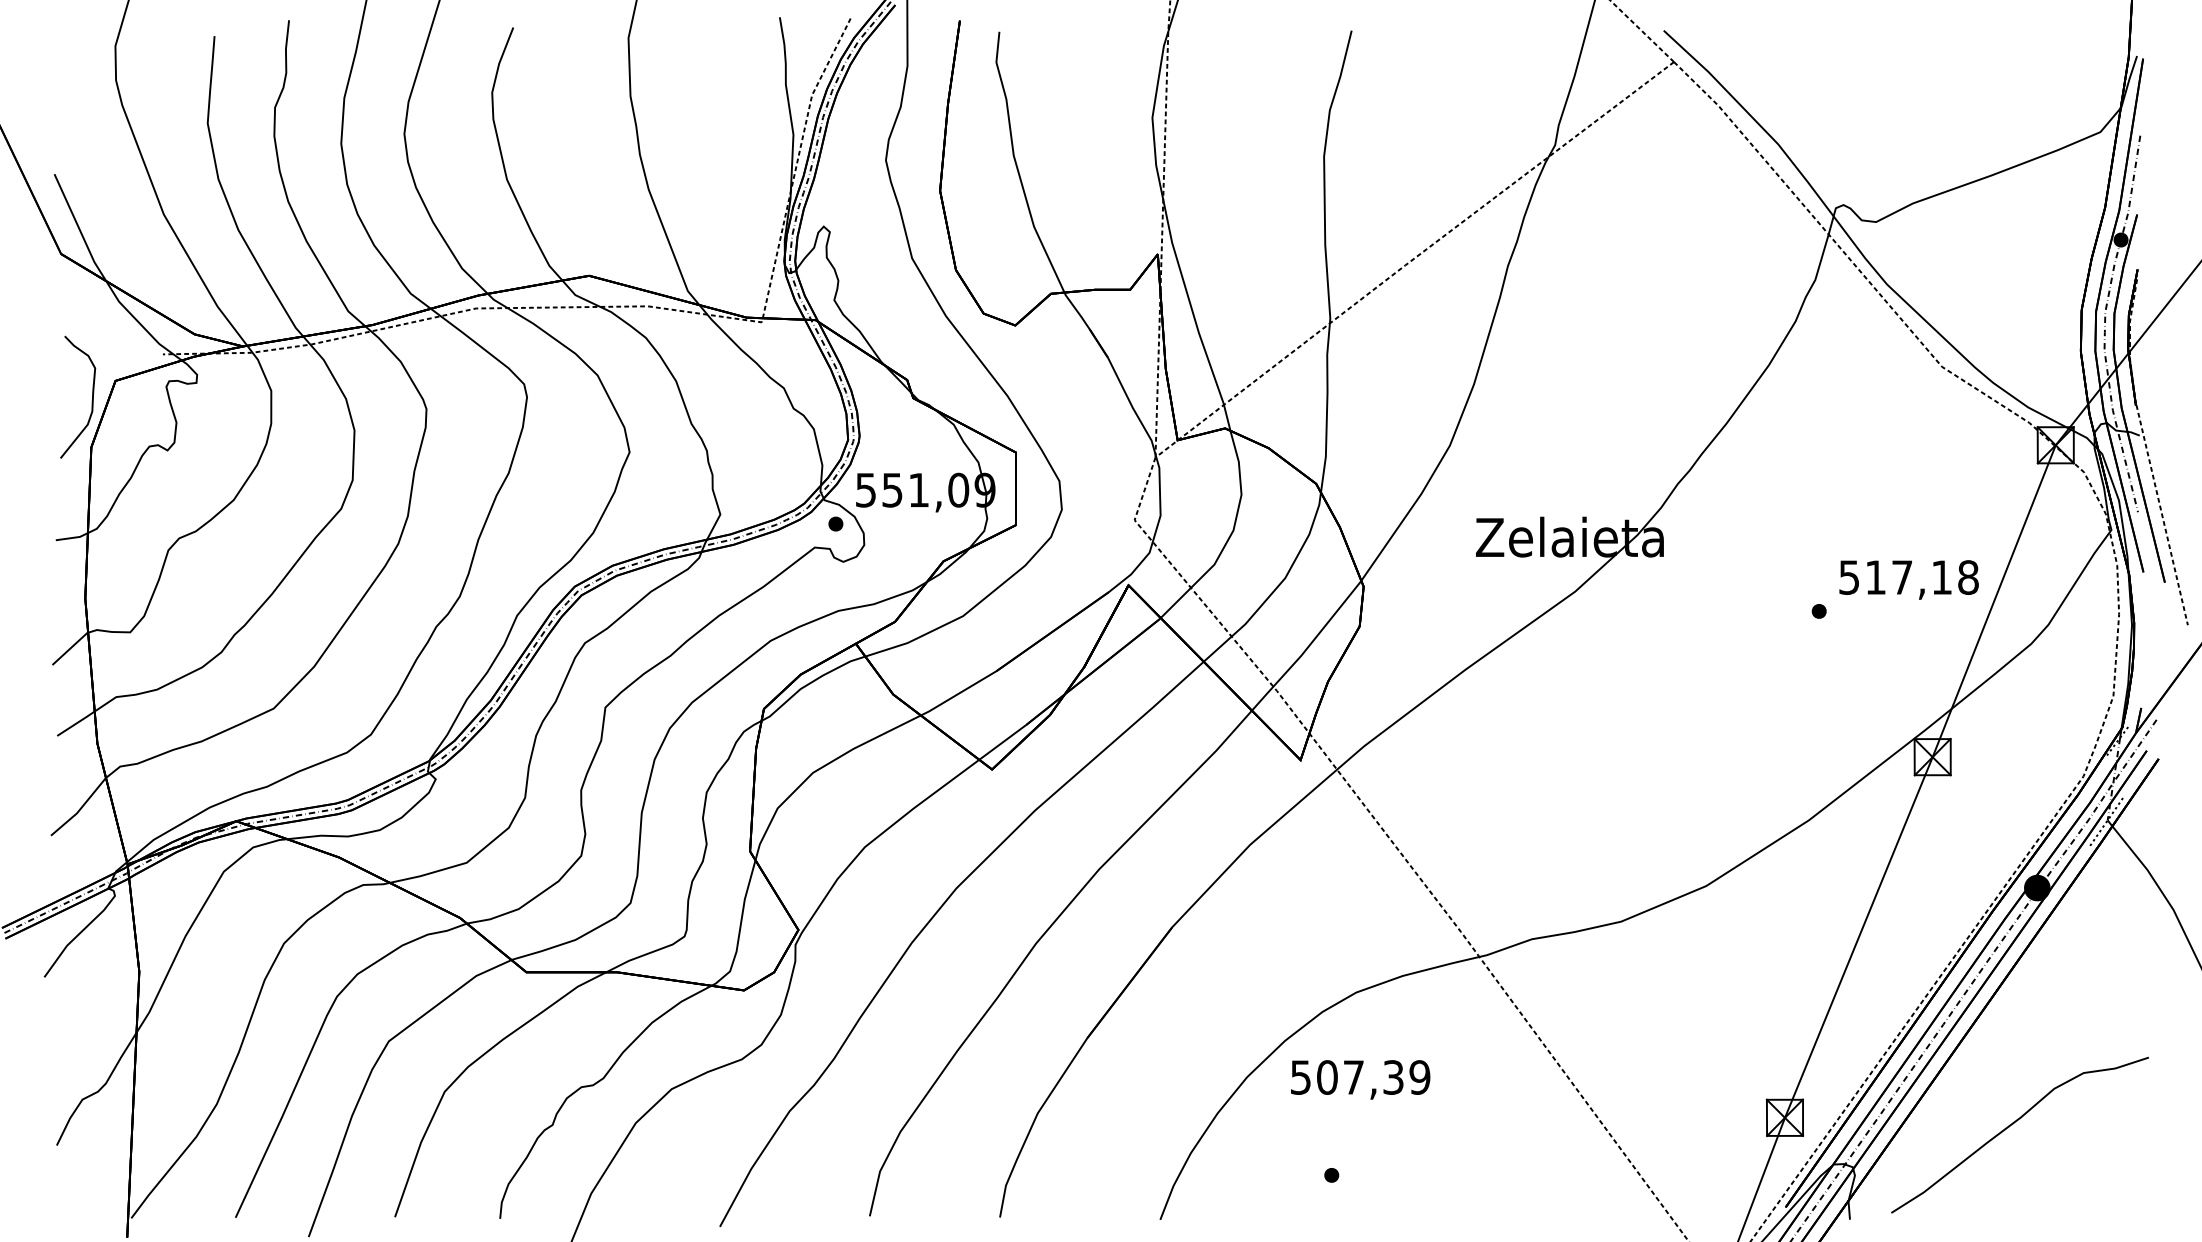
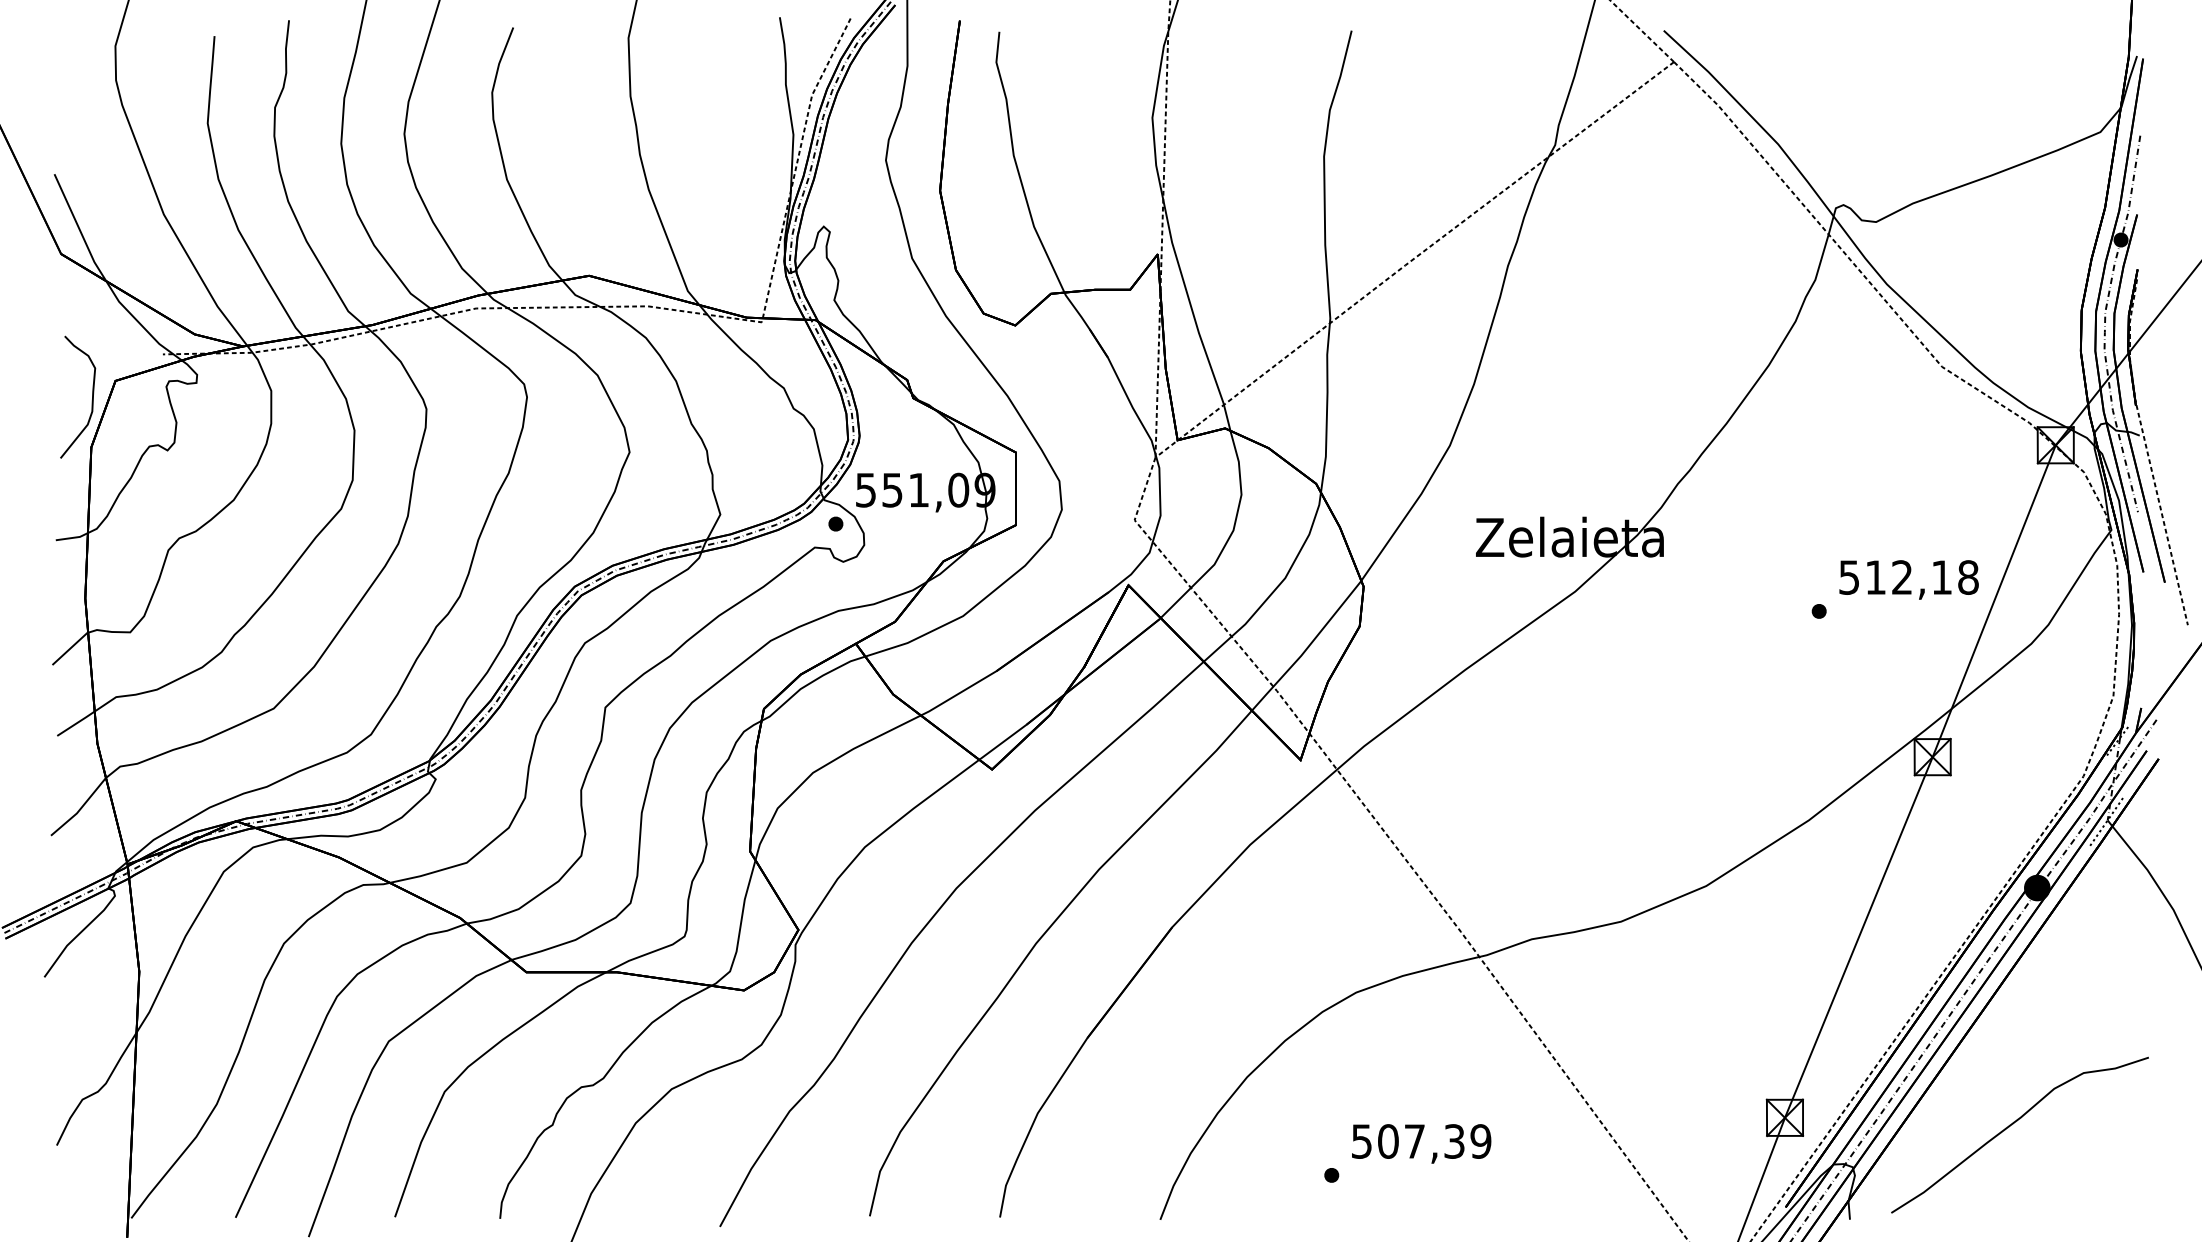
text at (1901, 577): 517,18 -> 512,18
text at (1360, 1079) position: (1360, 1079) -> (1421, 1143)
